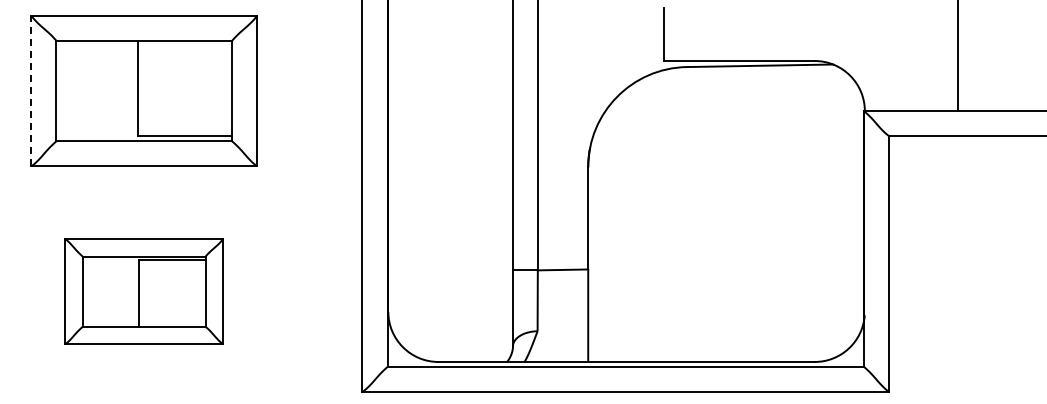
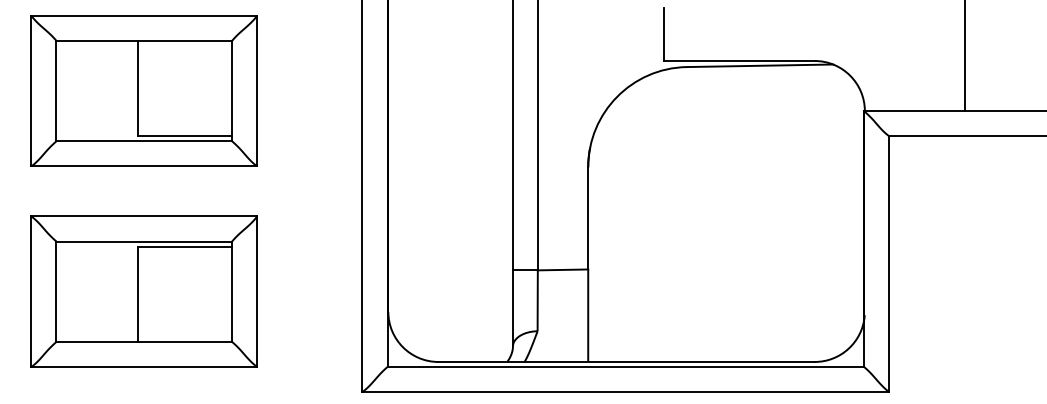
line at (958, 56) position: (958, 56) -> (965, 56)
line at (31, 90): dashed -> solid
part at (143, 291) size: 160x107 px -> 228x153 px
